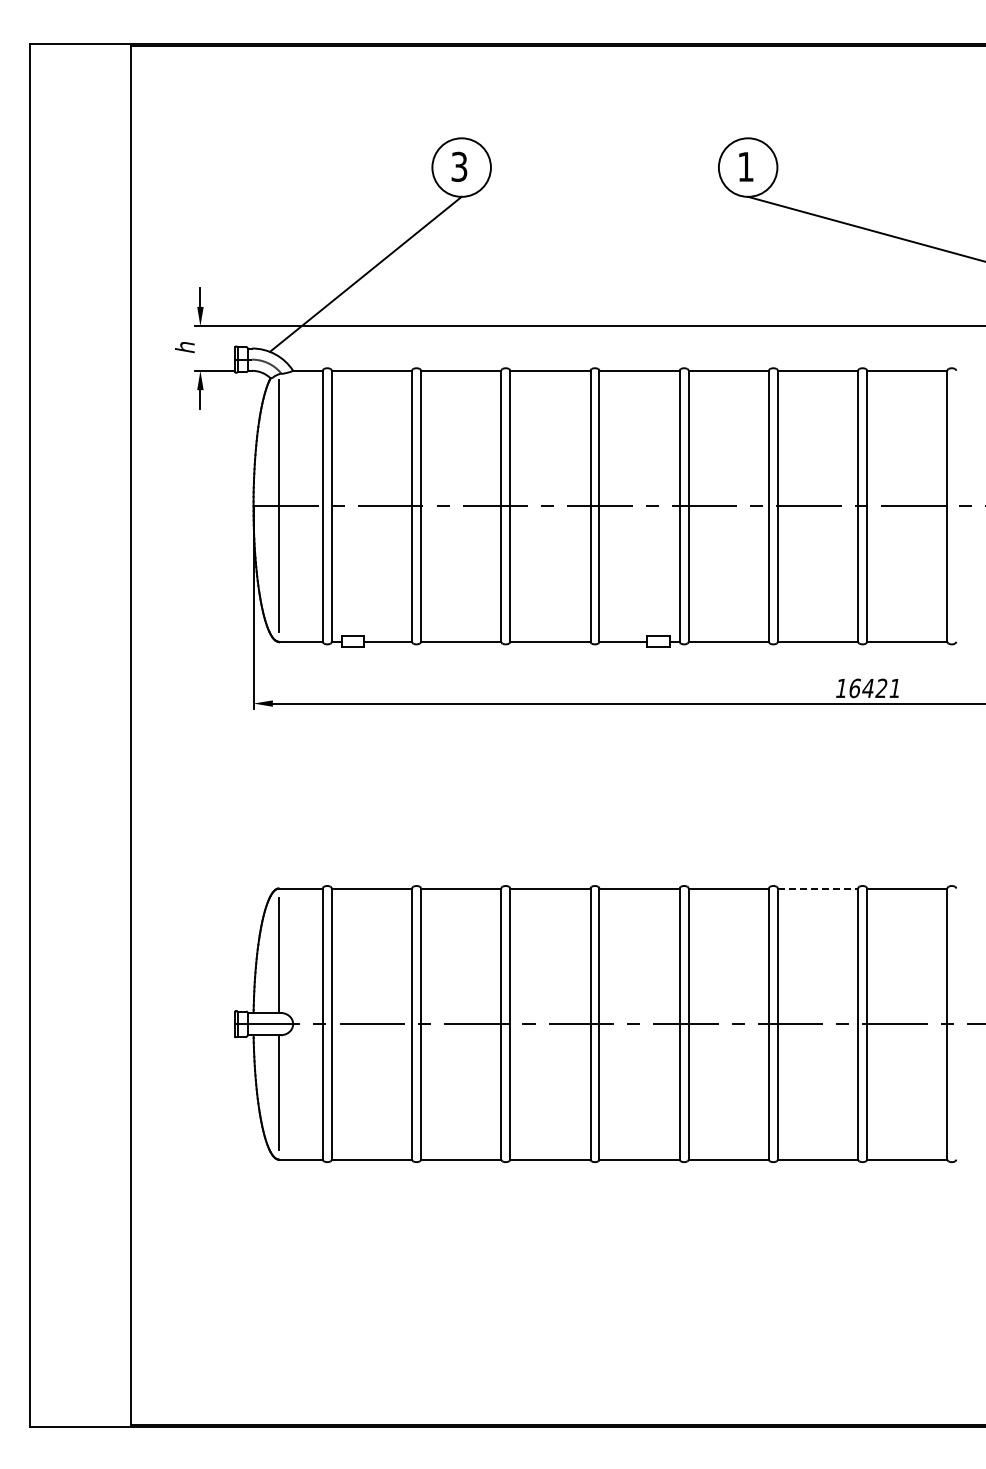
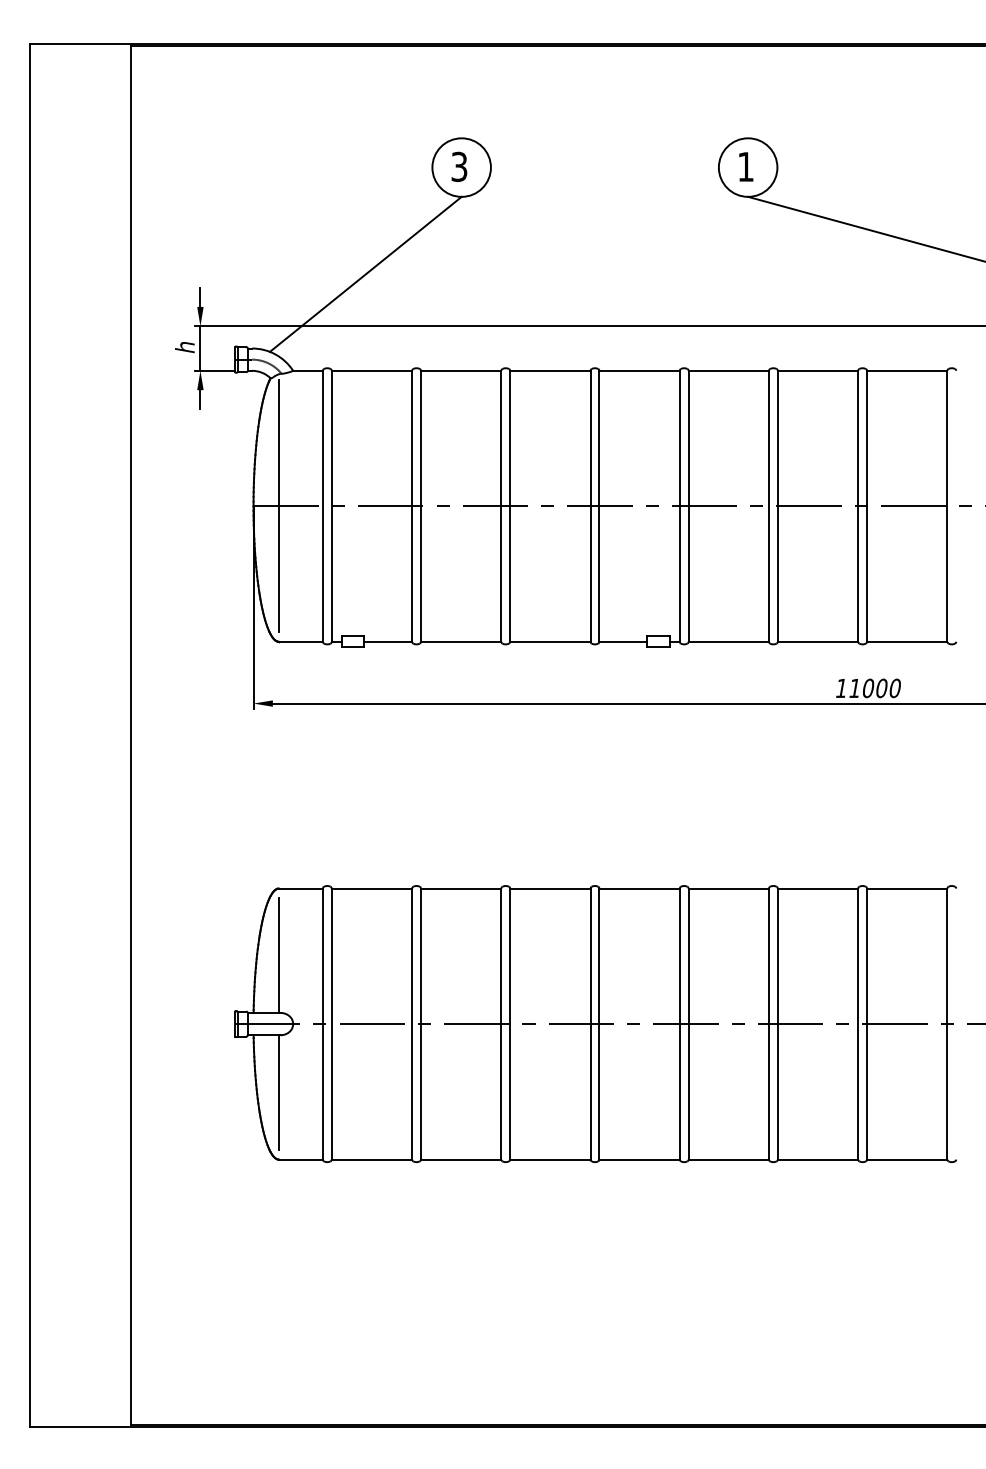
line at (200, 348): none -> present
text at (874, 688): 16421 -> 11000
line at (818, 888): dashed -> solid
